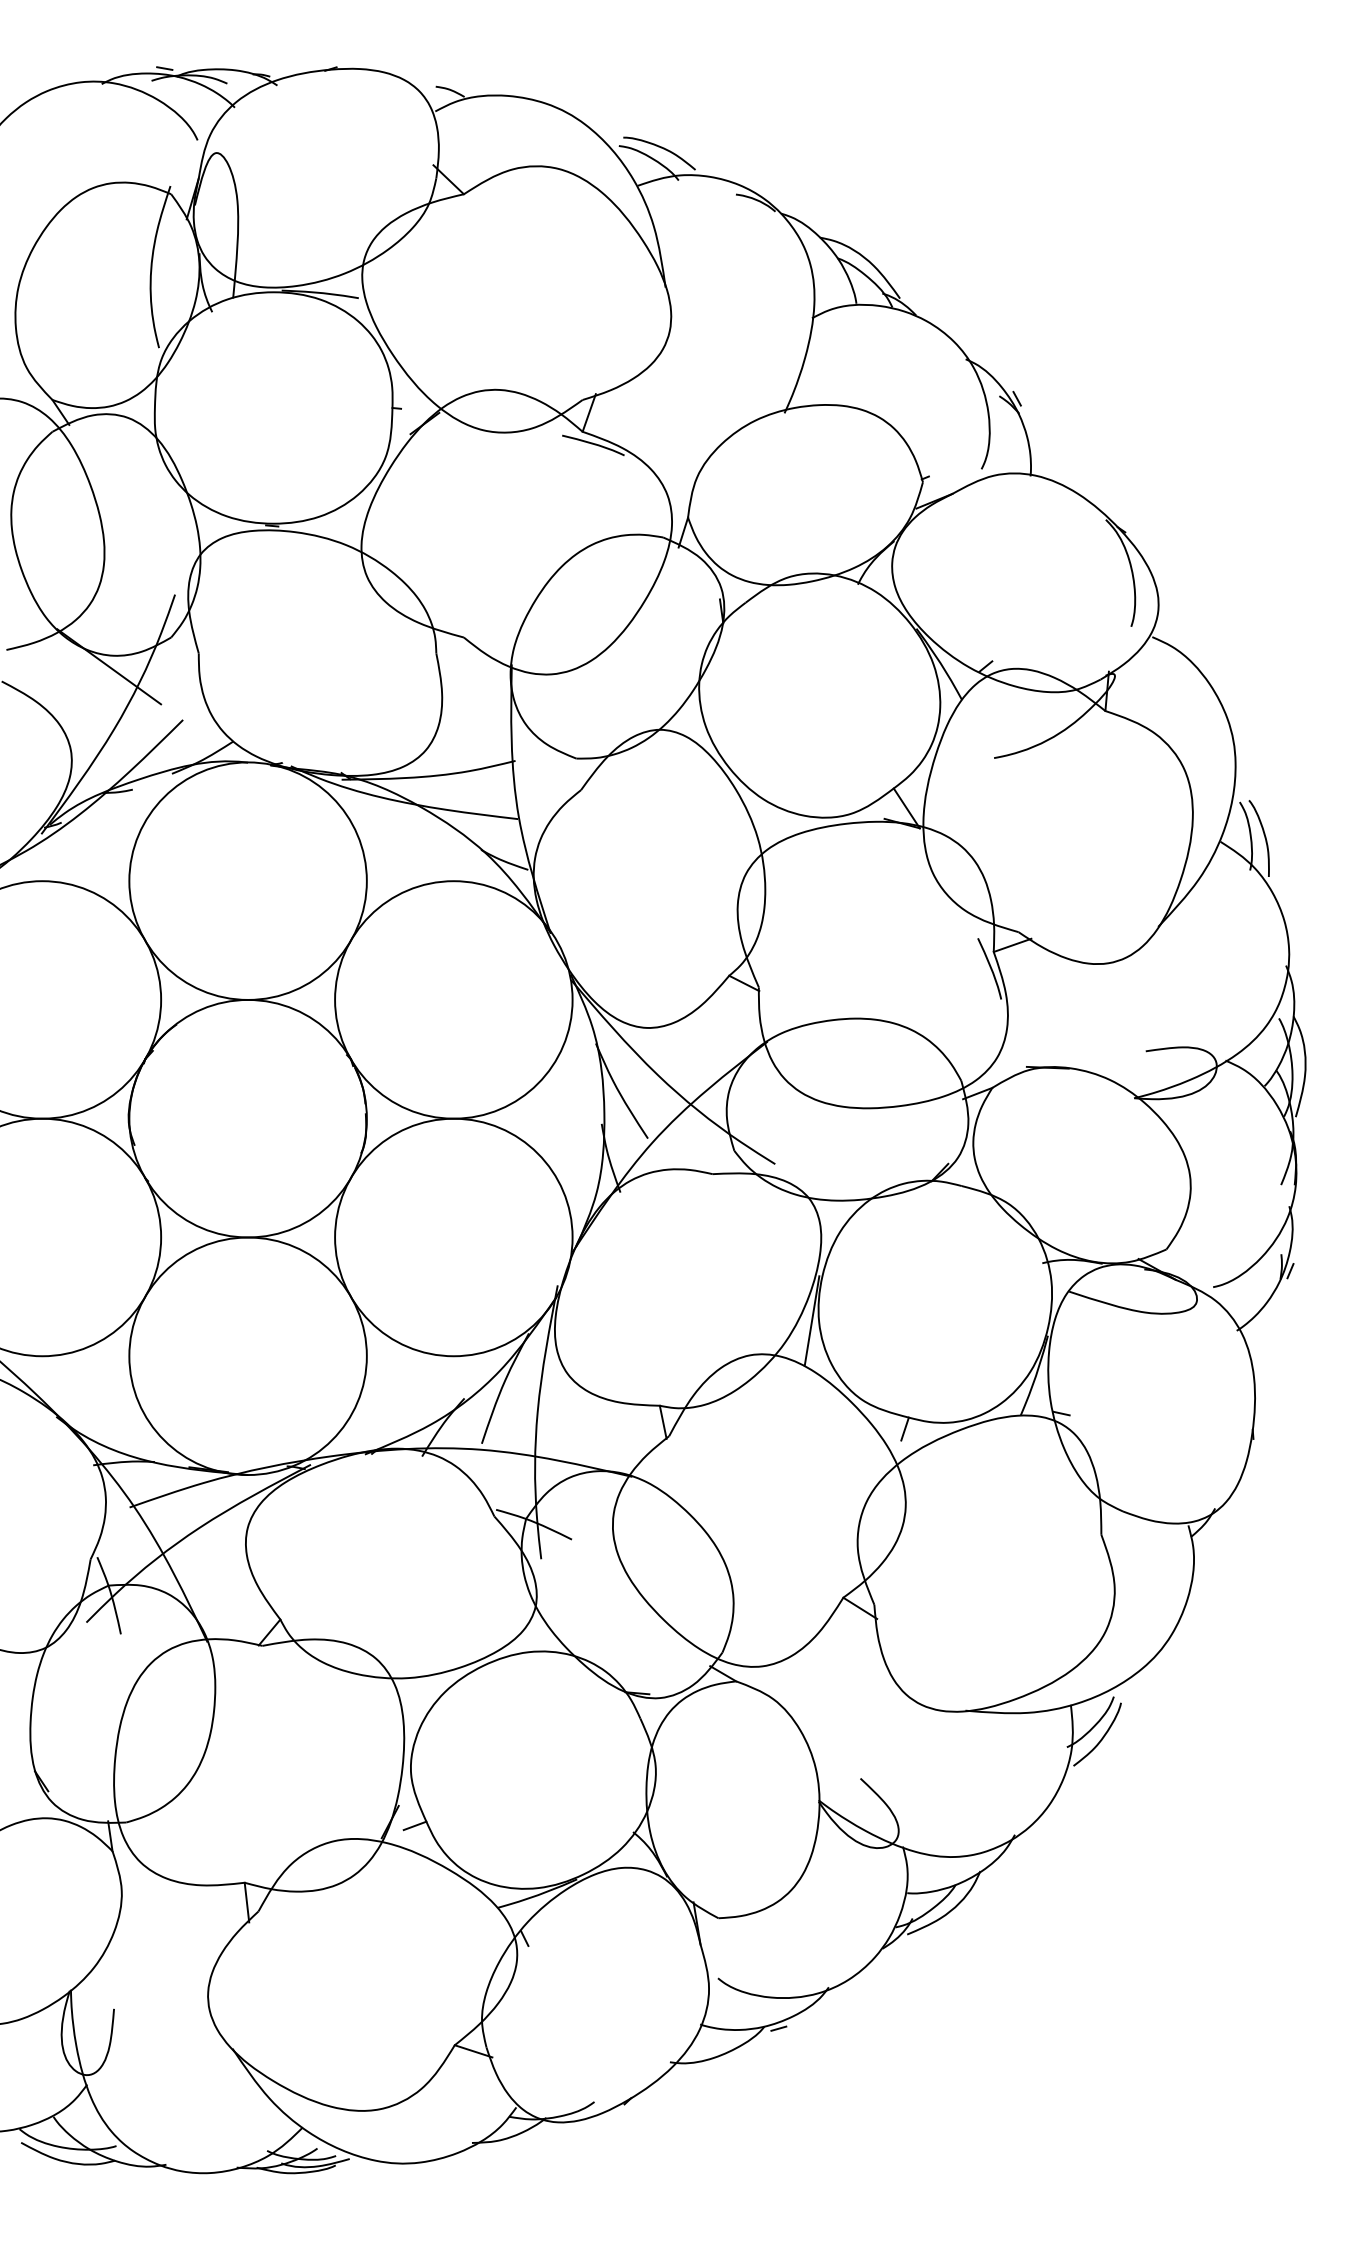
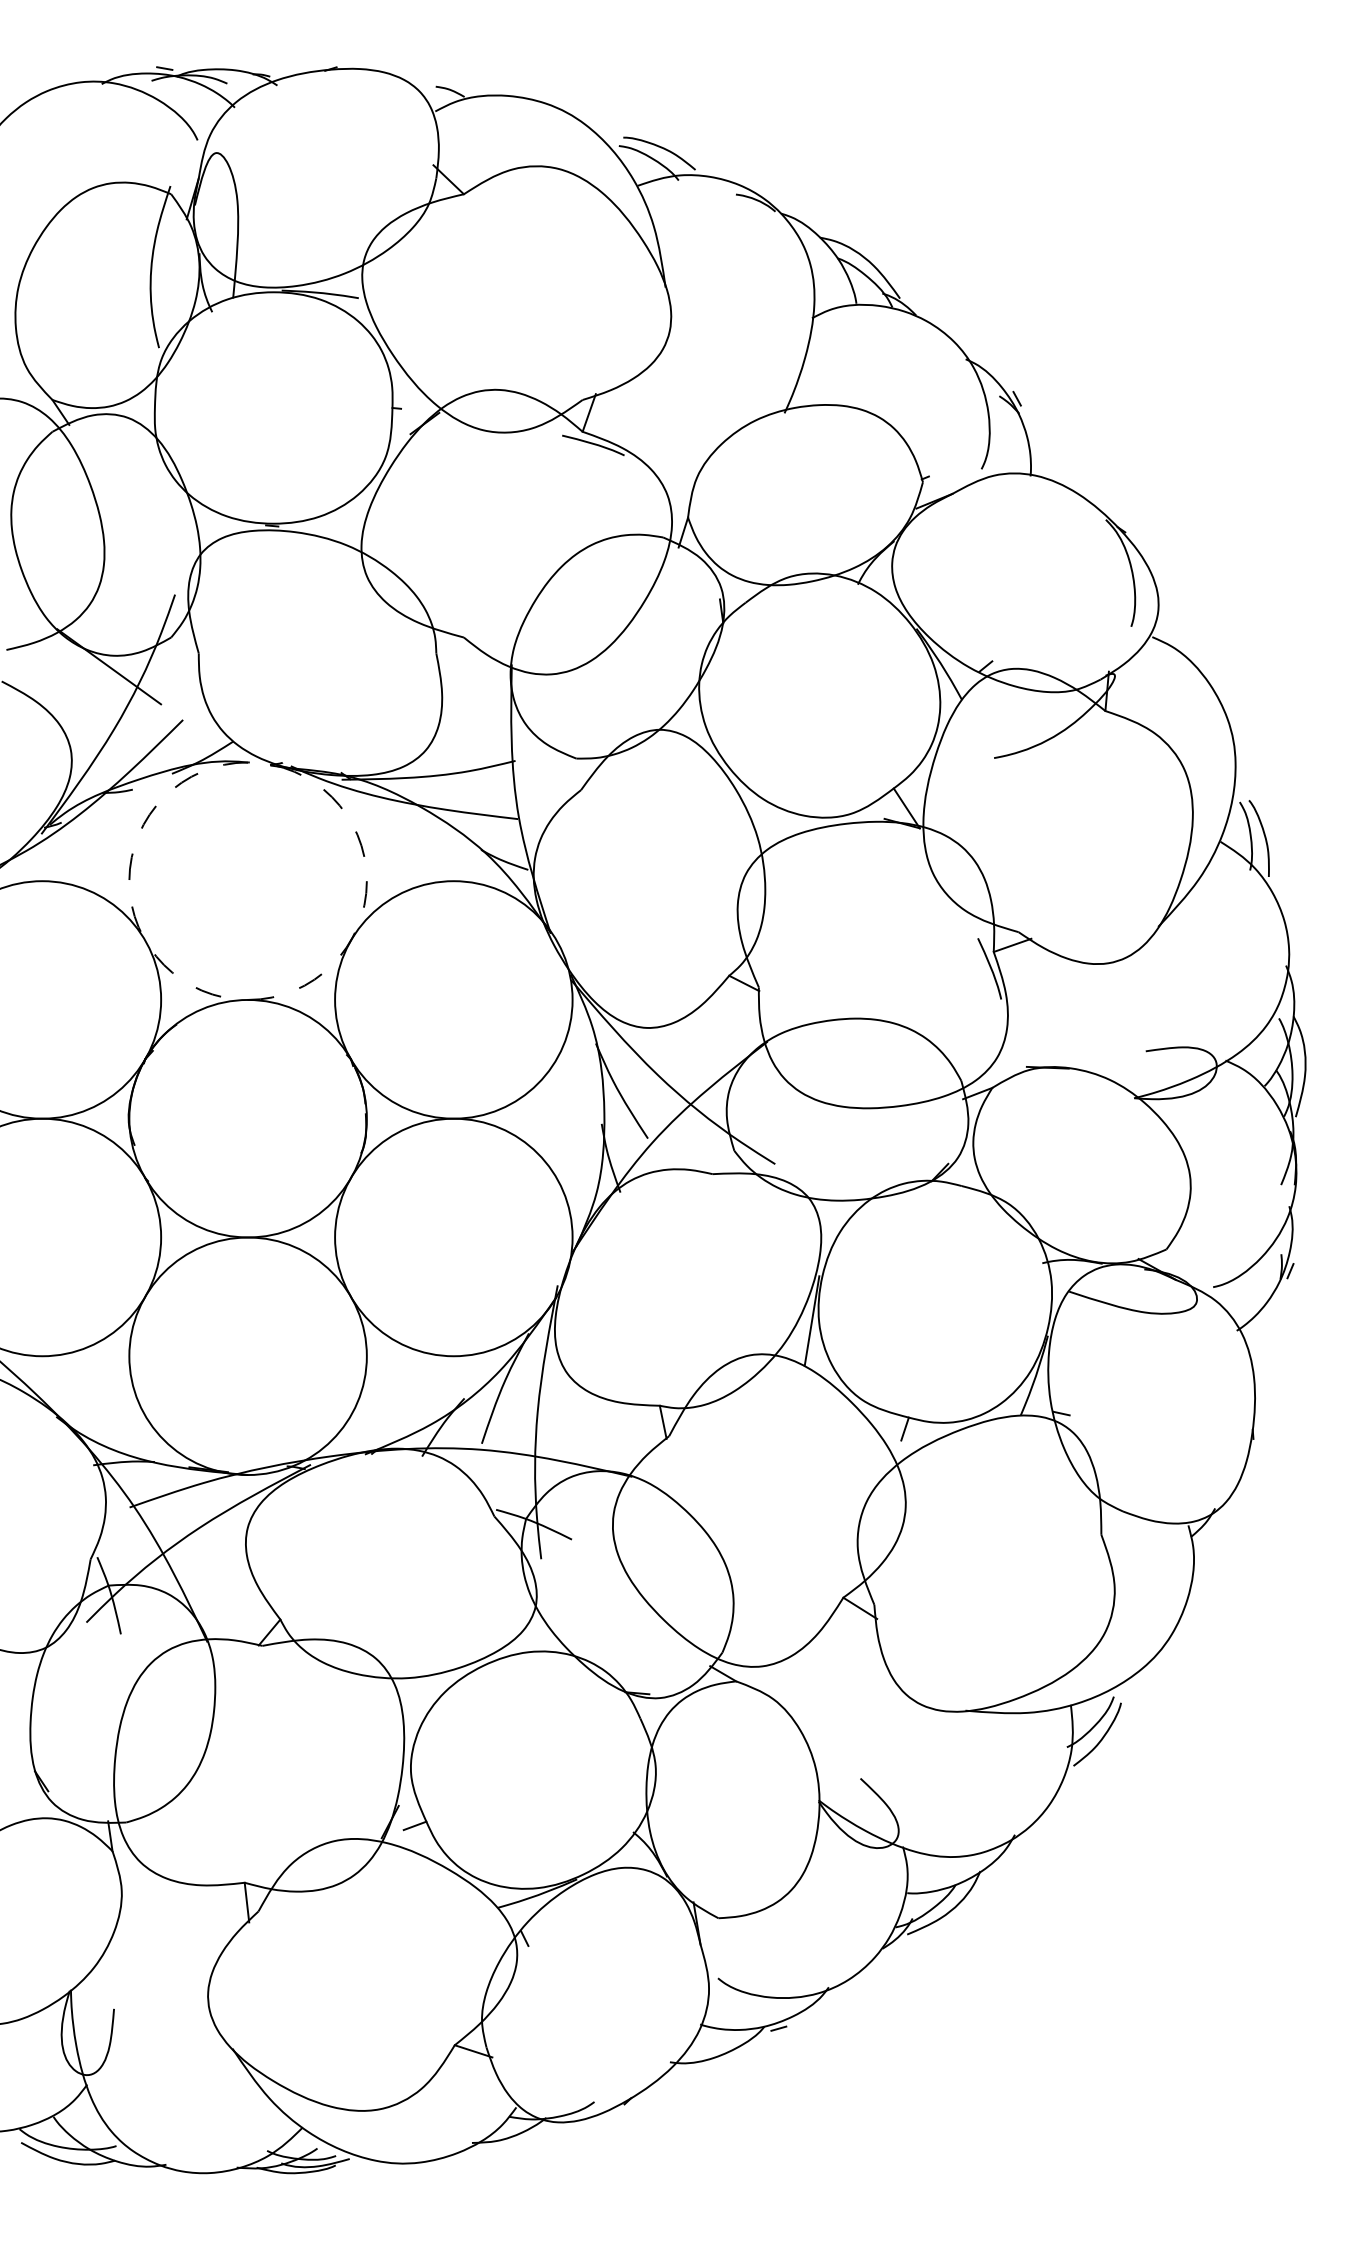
circle at (247, 880): solid -> dashed
